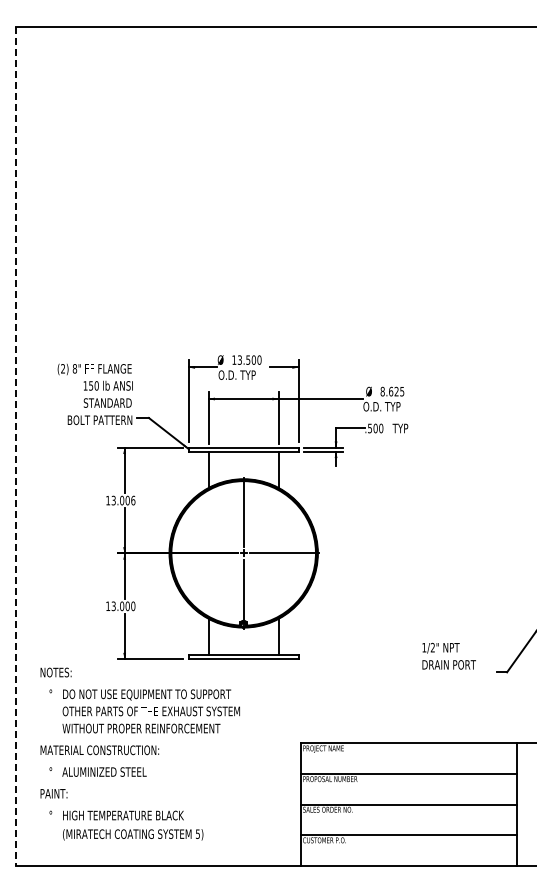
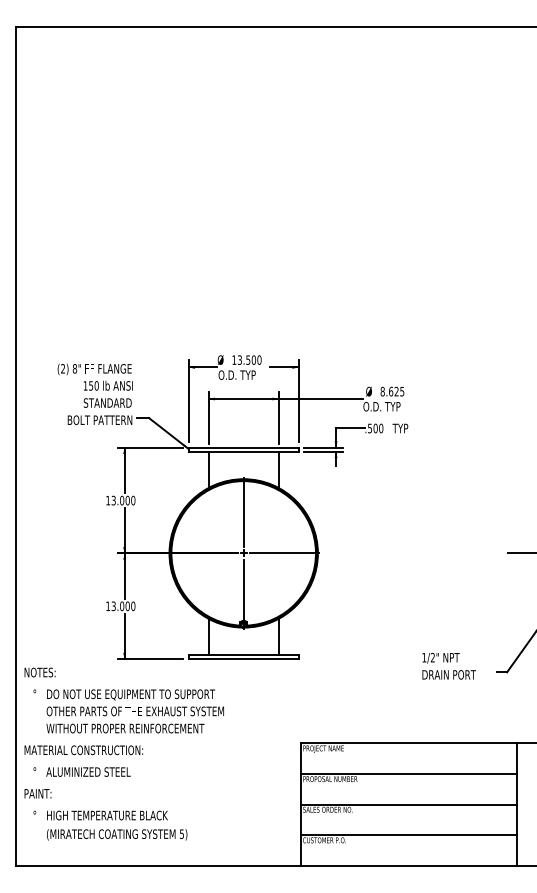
line at (16, 446): dashed -> solid
text at (133, 499): 13.006 -> 13.000
line at (520, 553): none -> present
text at (448, 655) position: (448, 655) -> (448, 665)
text at (139, 753) position: (139, 753) -> (123, 753)
